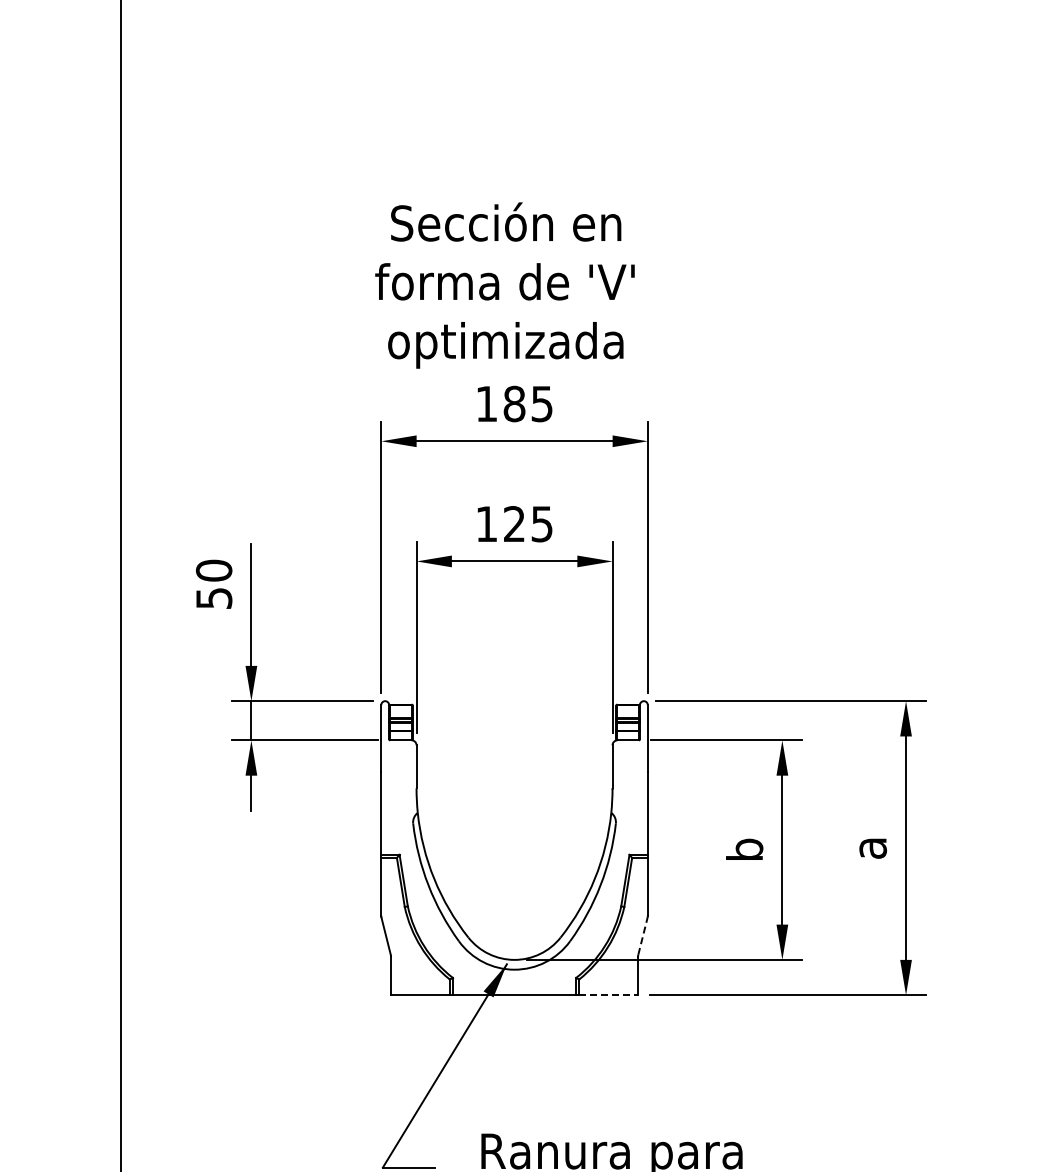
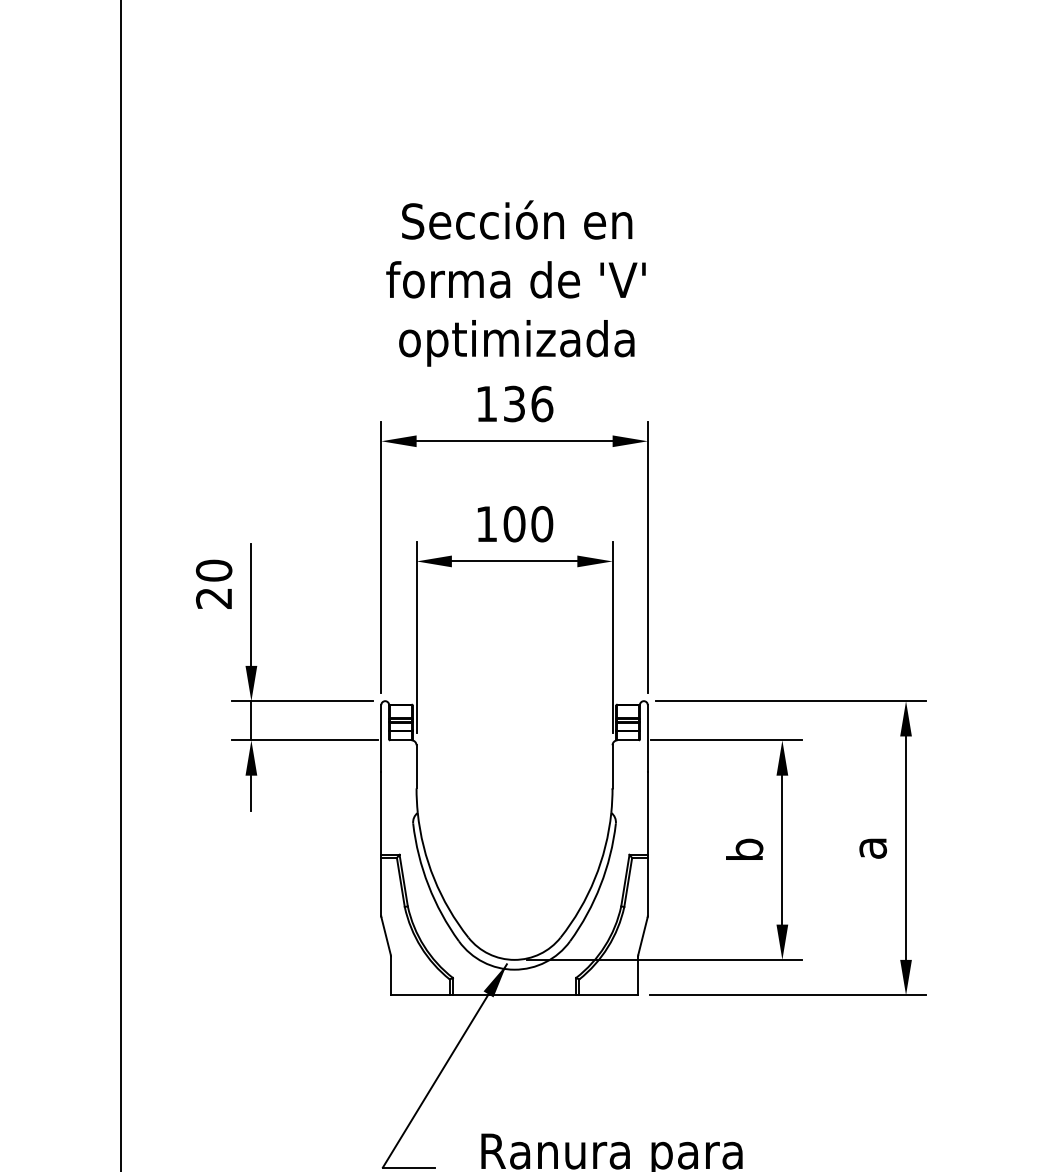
text at (504, 285) position: (504, 285) -> (515, 283)
text at (528, 403): 185 -> 136
text at (528, 524): 125 -> 100
text at (214, 598): 50 -> 20
line at (642, 936): dashed -> solid
line at (609, 995): dashed -> solid
